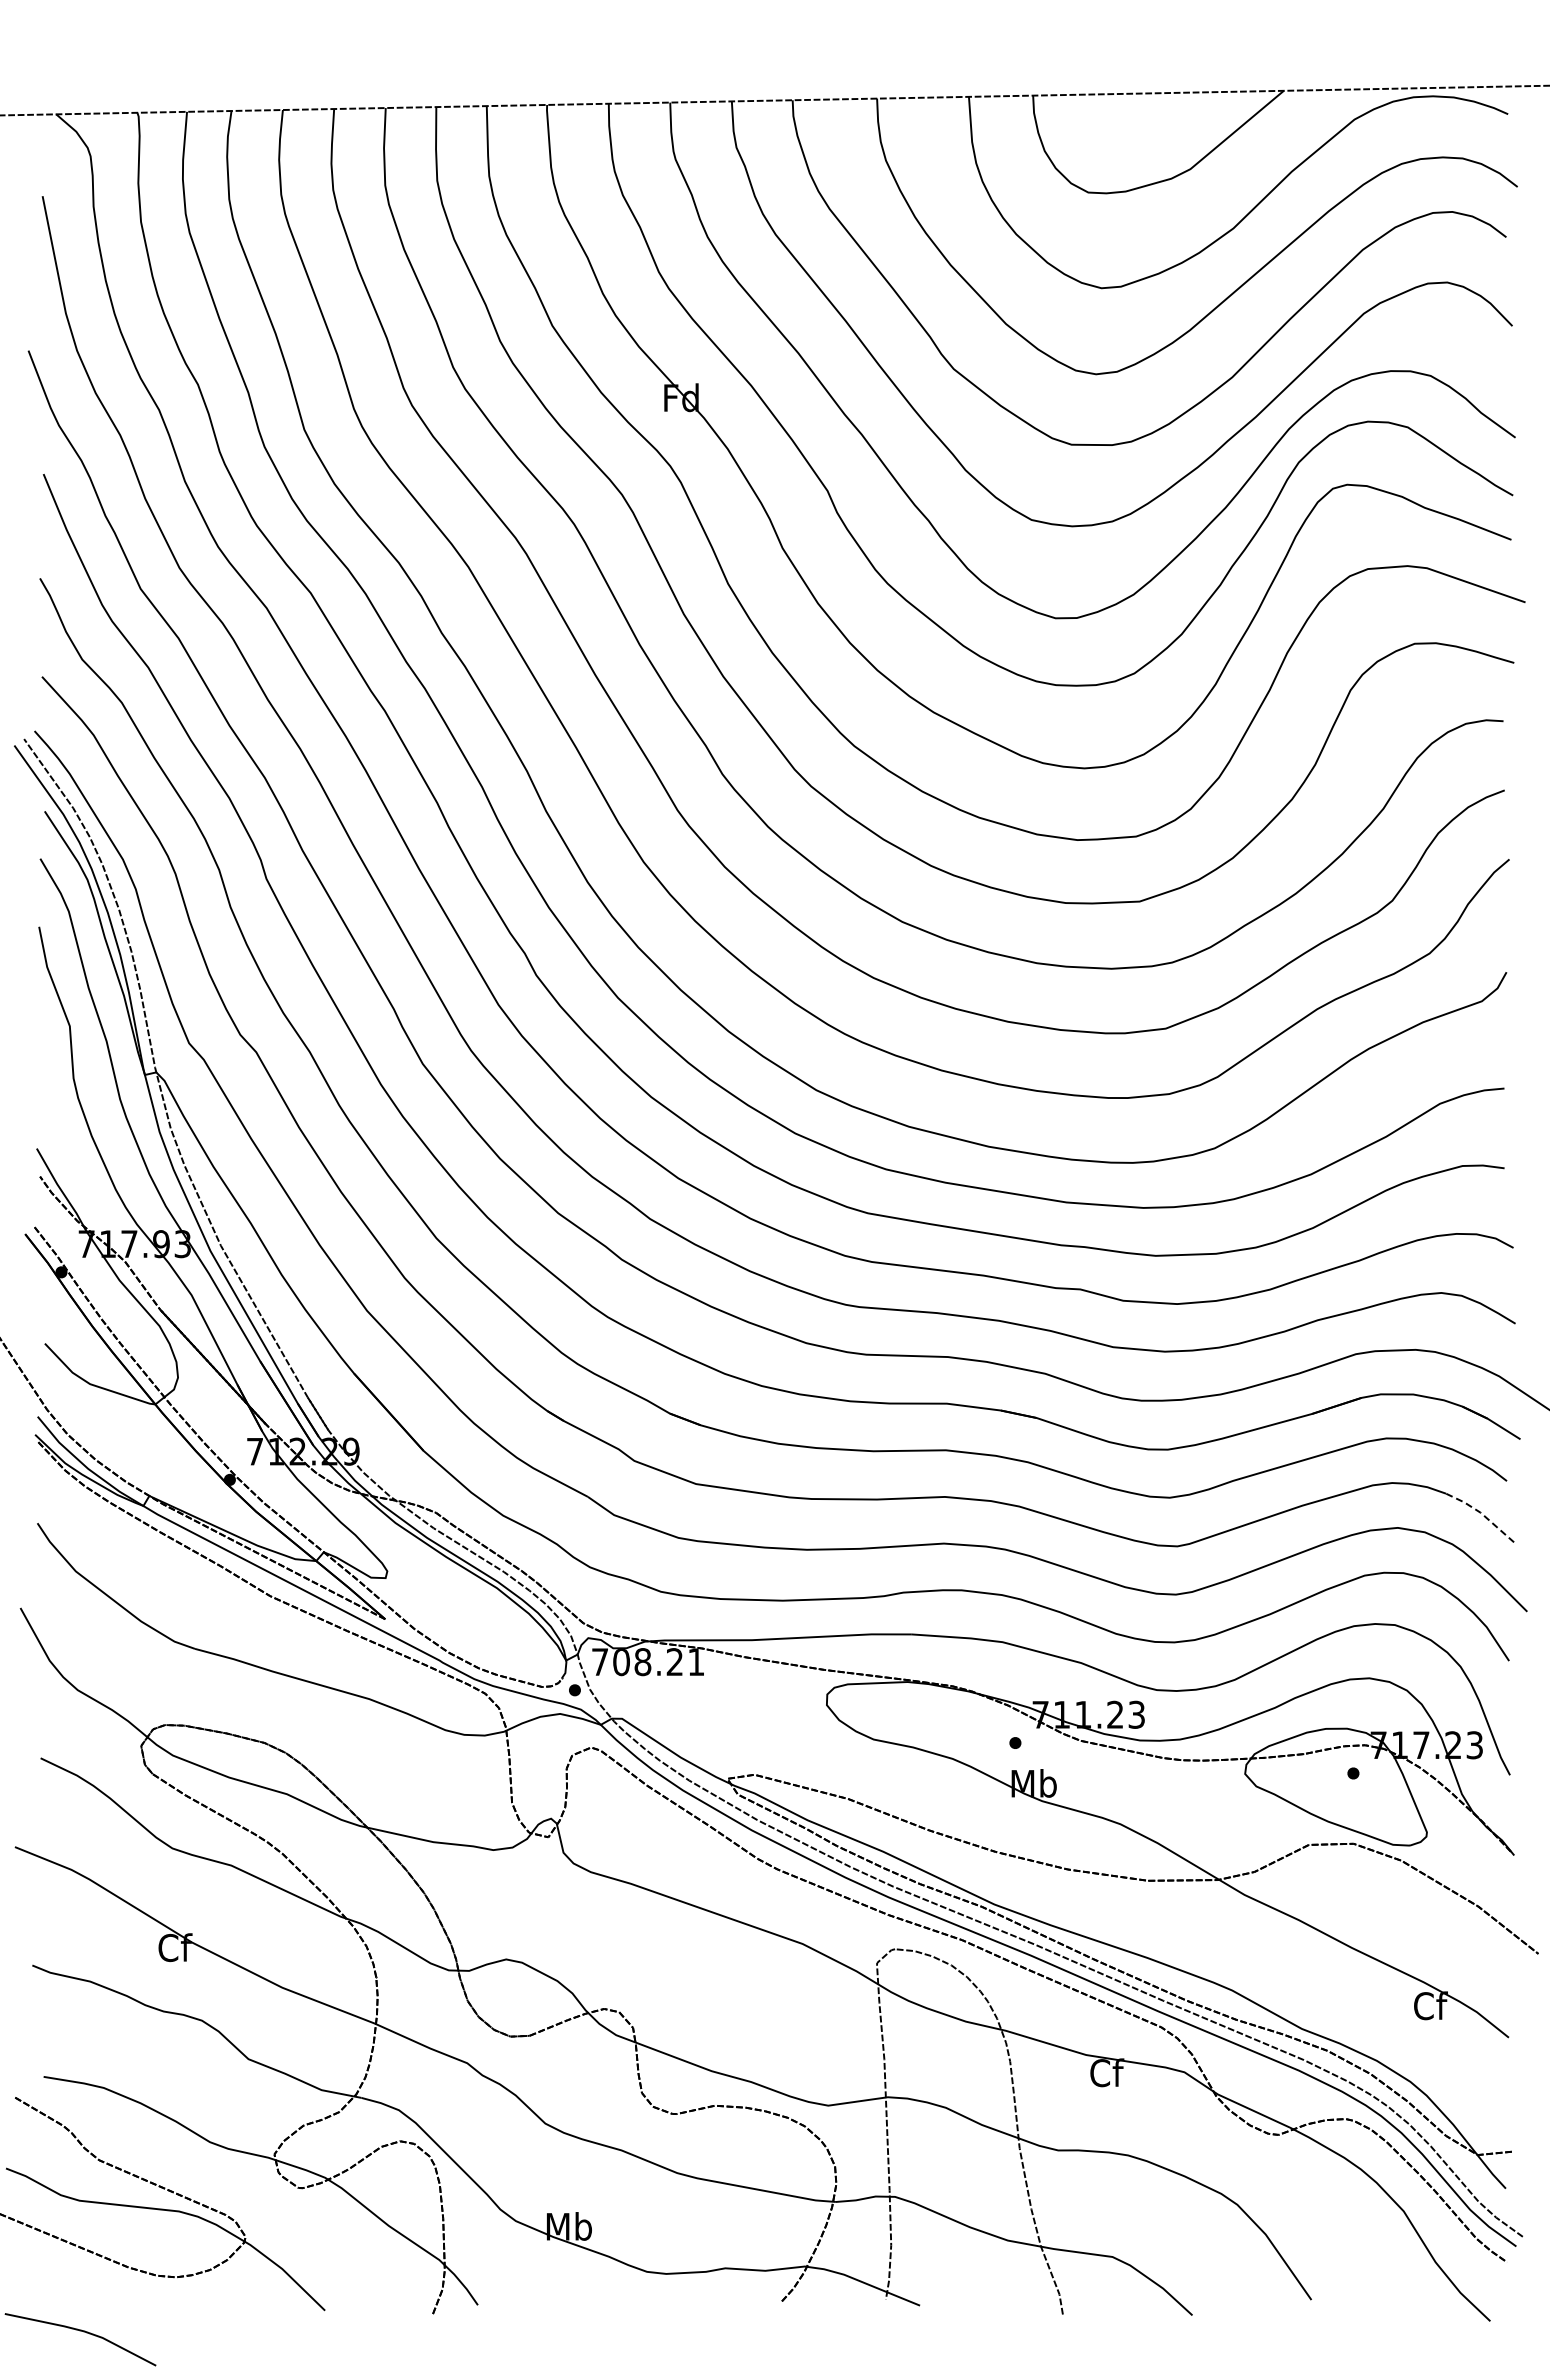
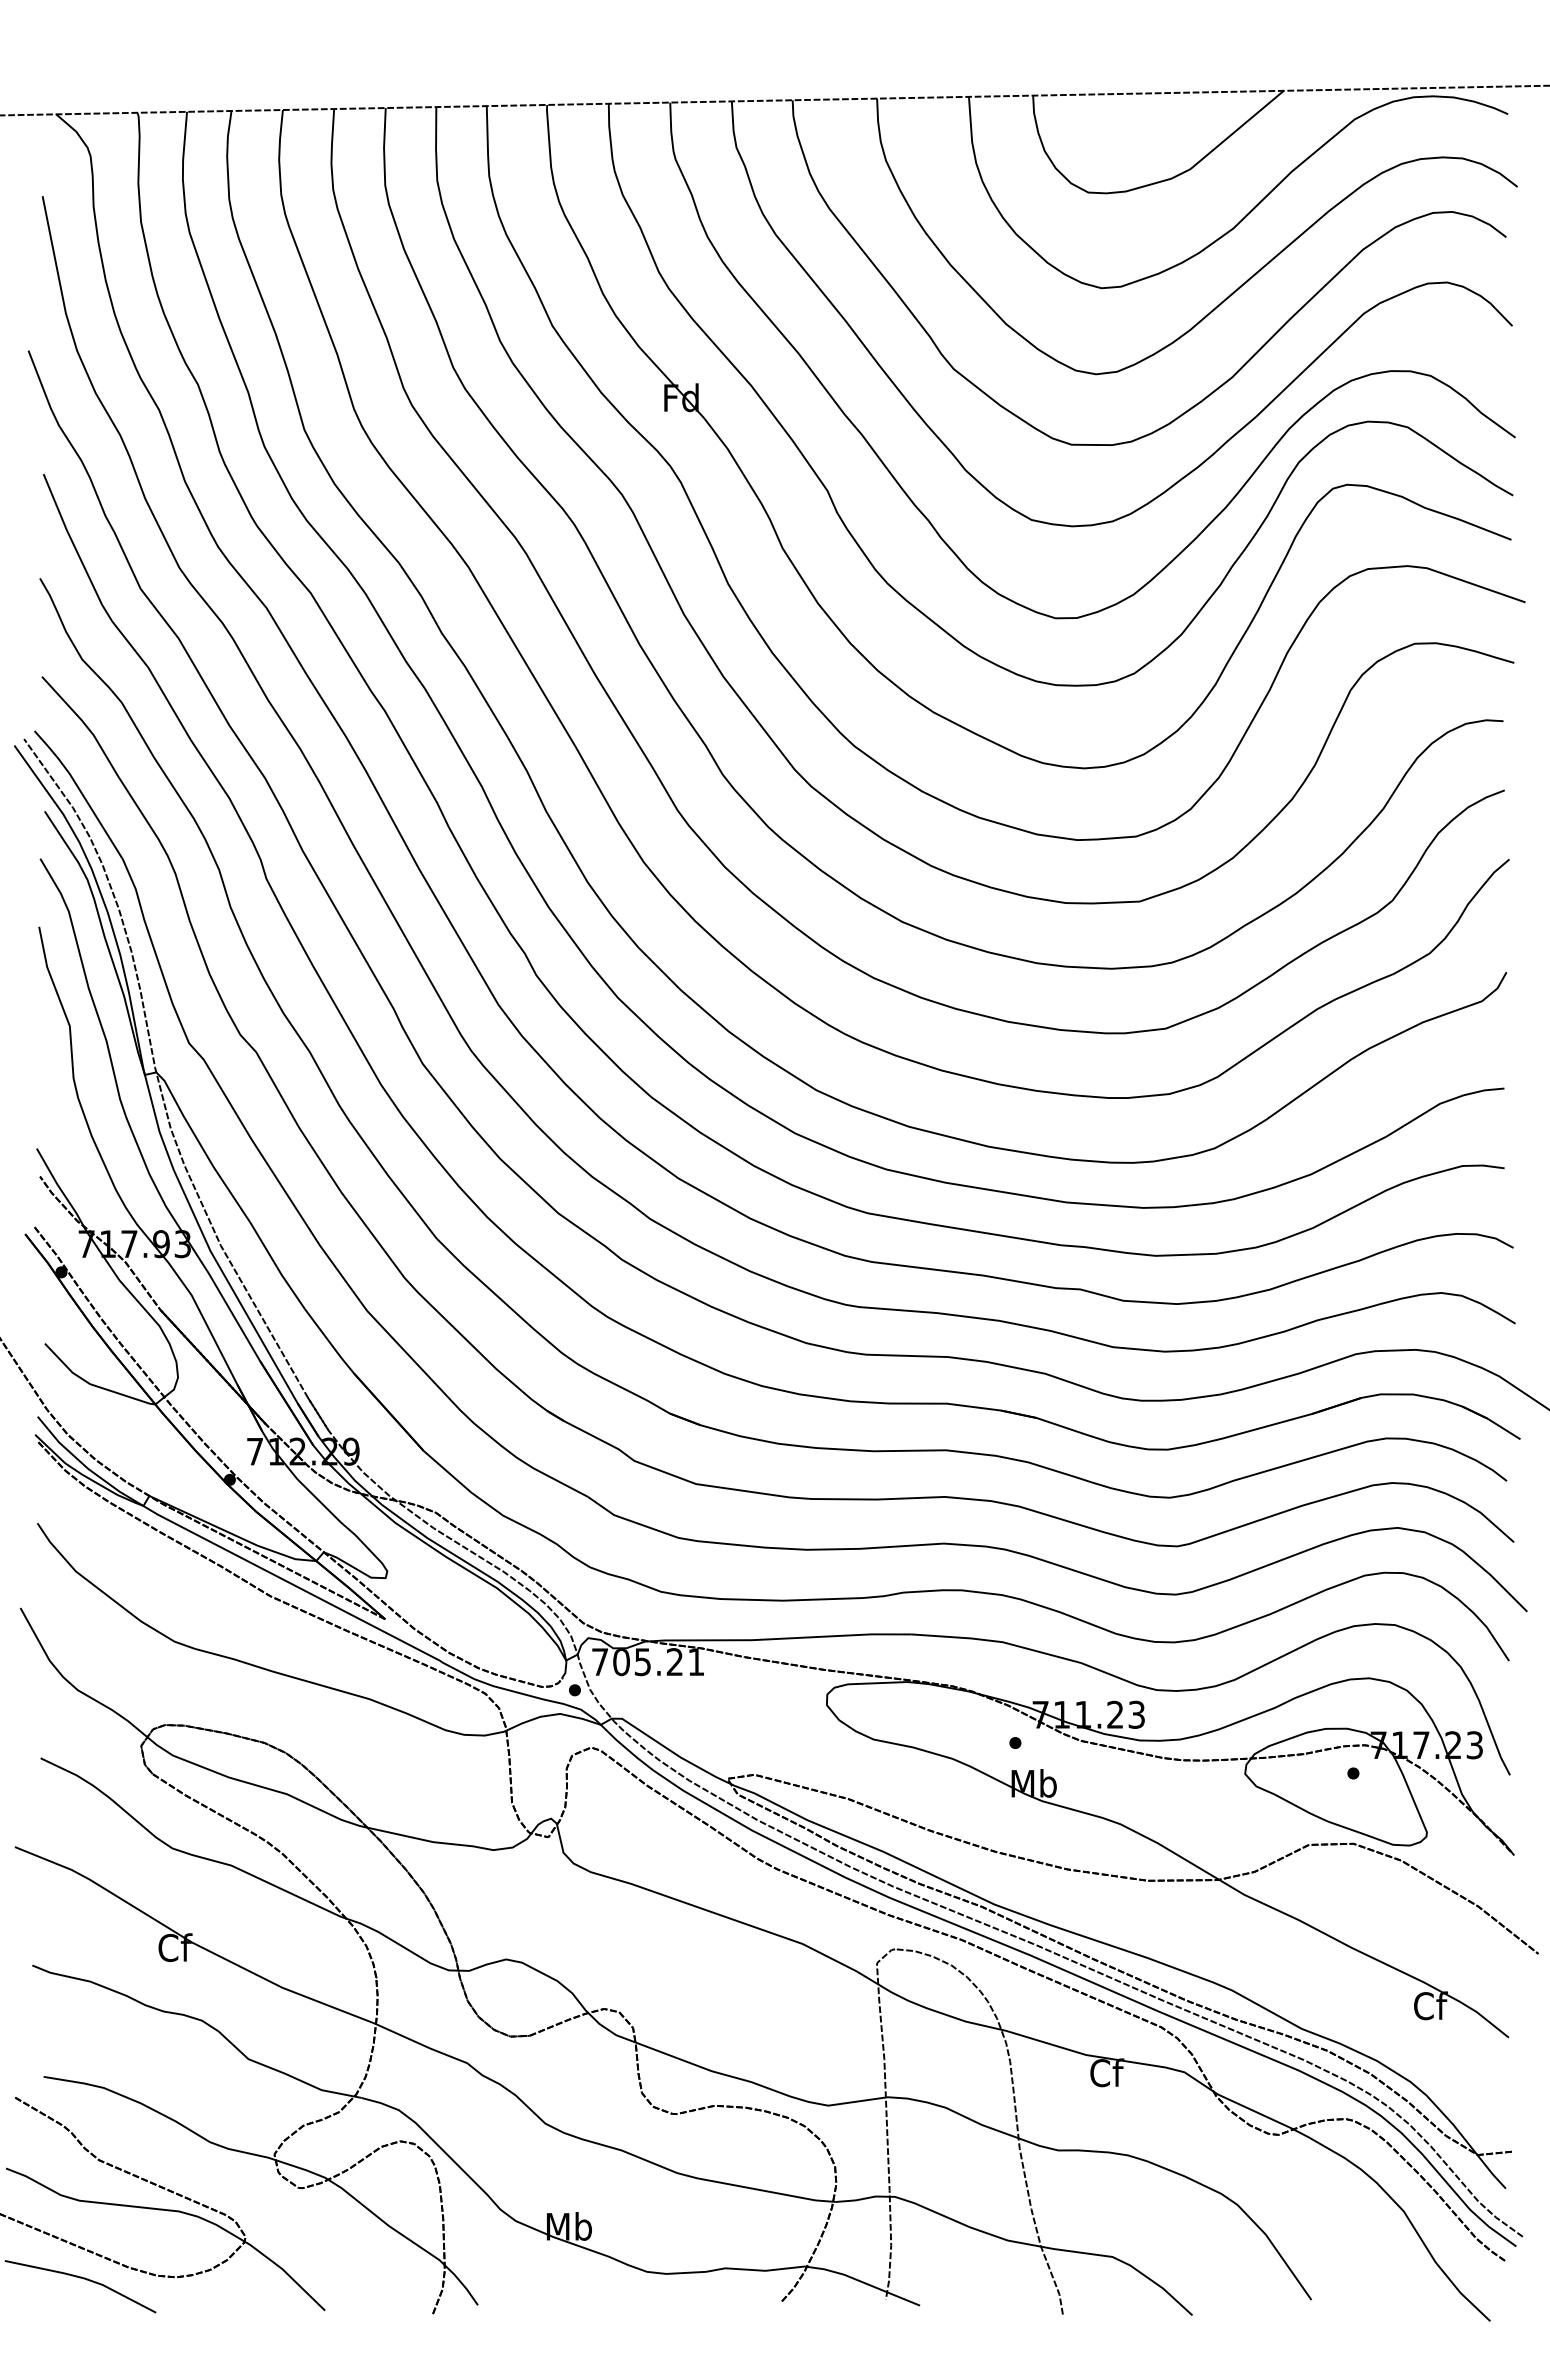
line at (1481, 1513): dashed -> solid
text at (642, 1662): 708.21 -> 705.21
line at (83, 2332) position: (83, 2332) -> (83, 2279)
